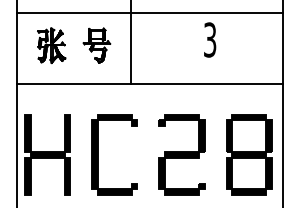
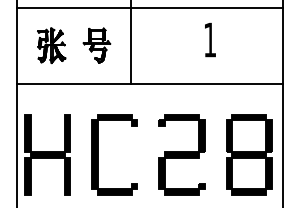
line at (149, 12) position: (149, 12) -> (149, 7)
text at (210, 39): 3 -> 1
